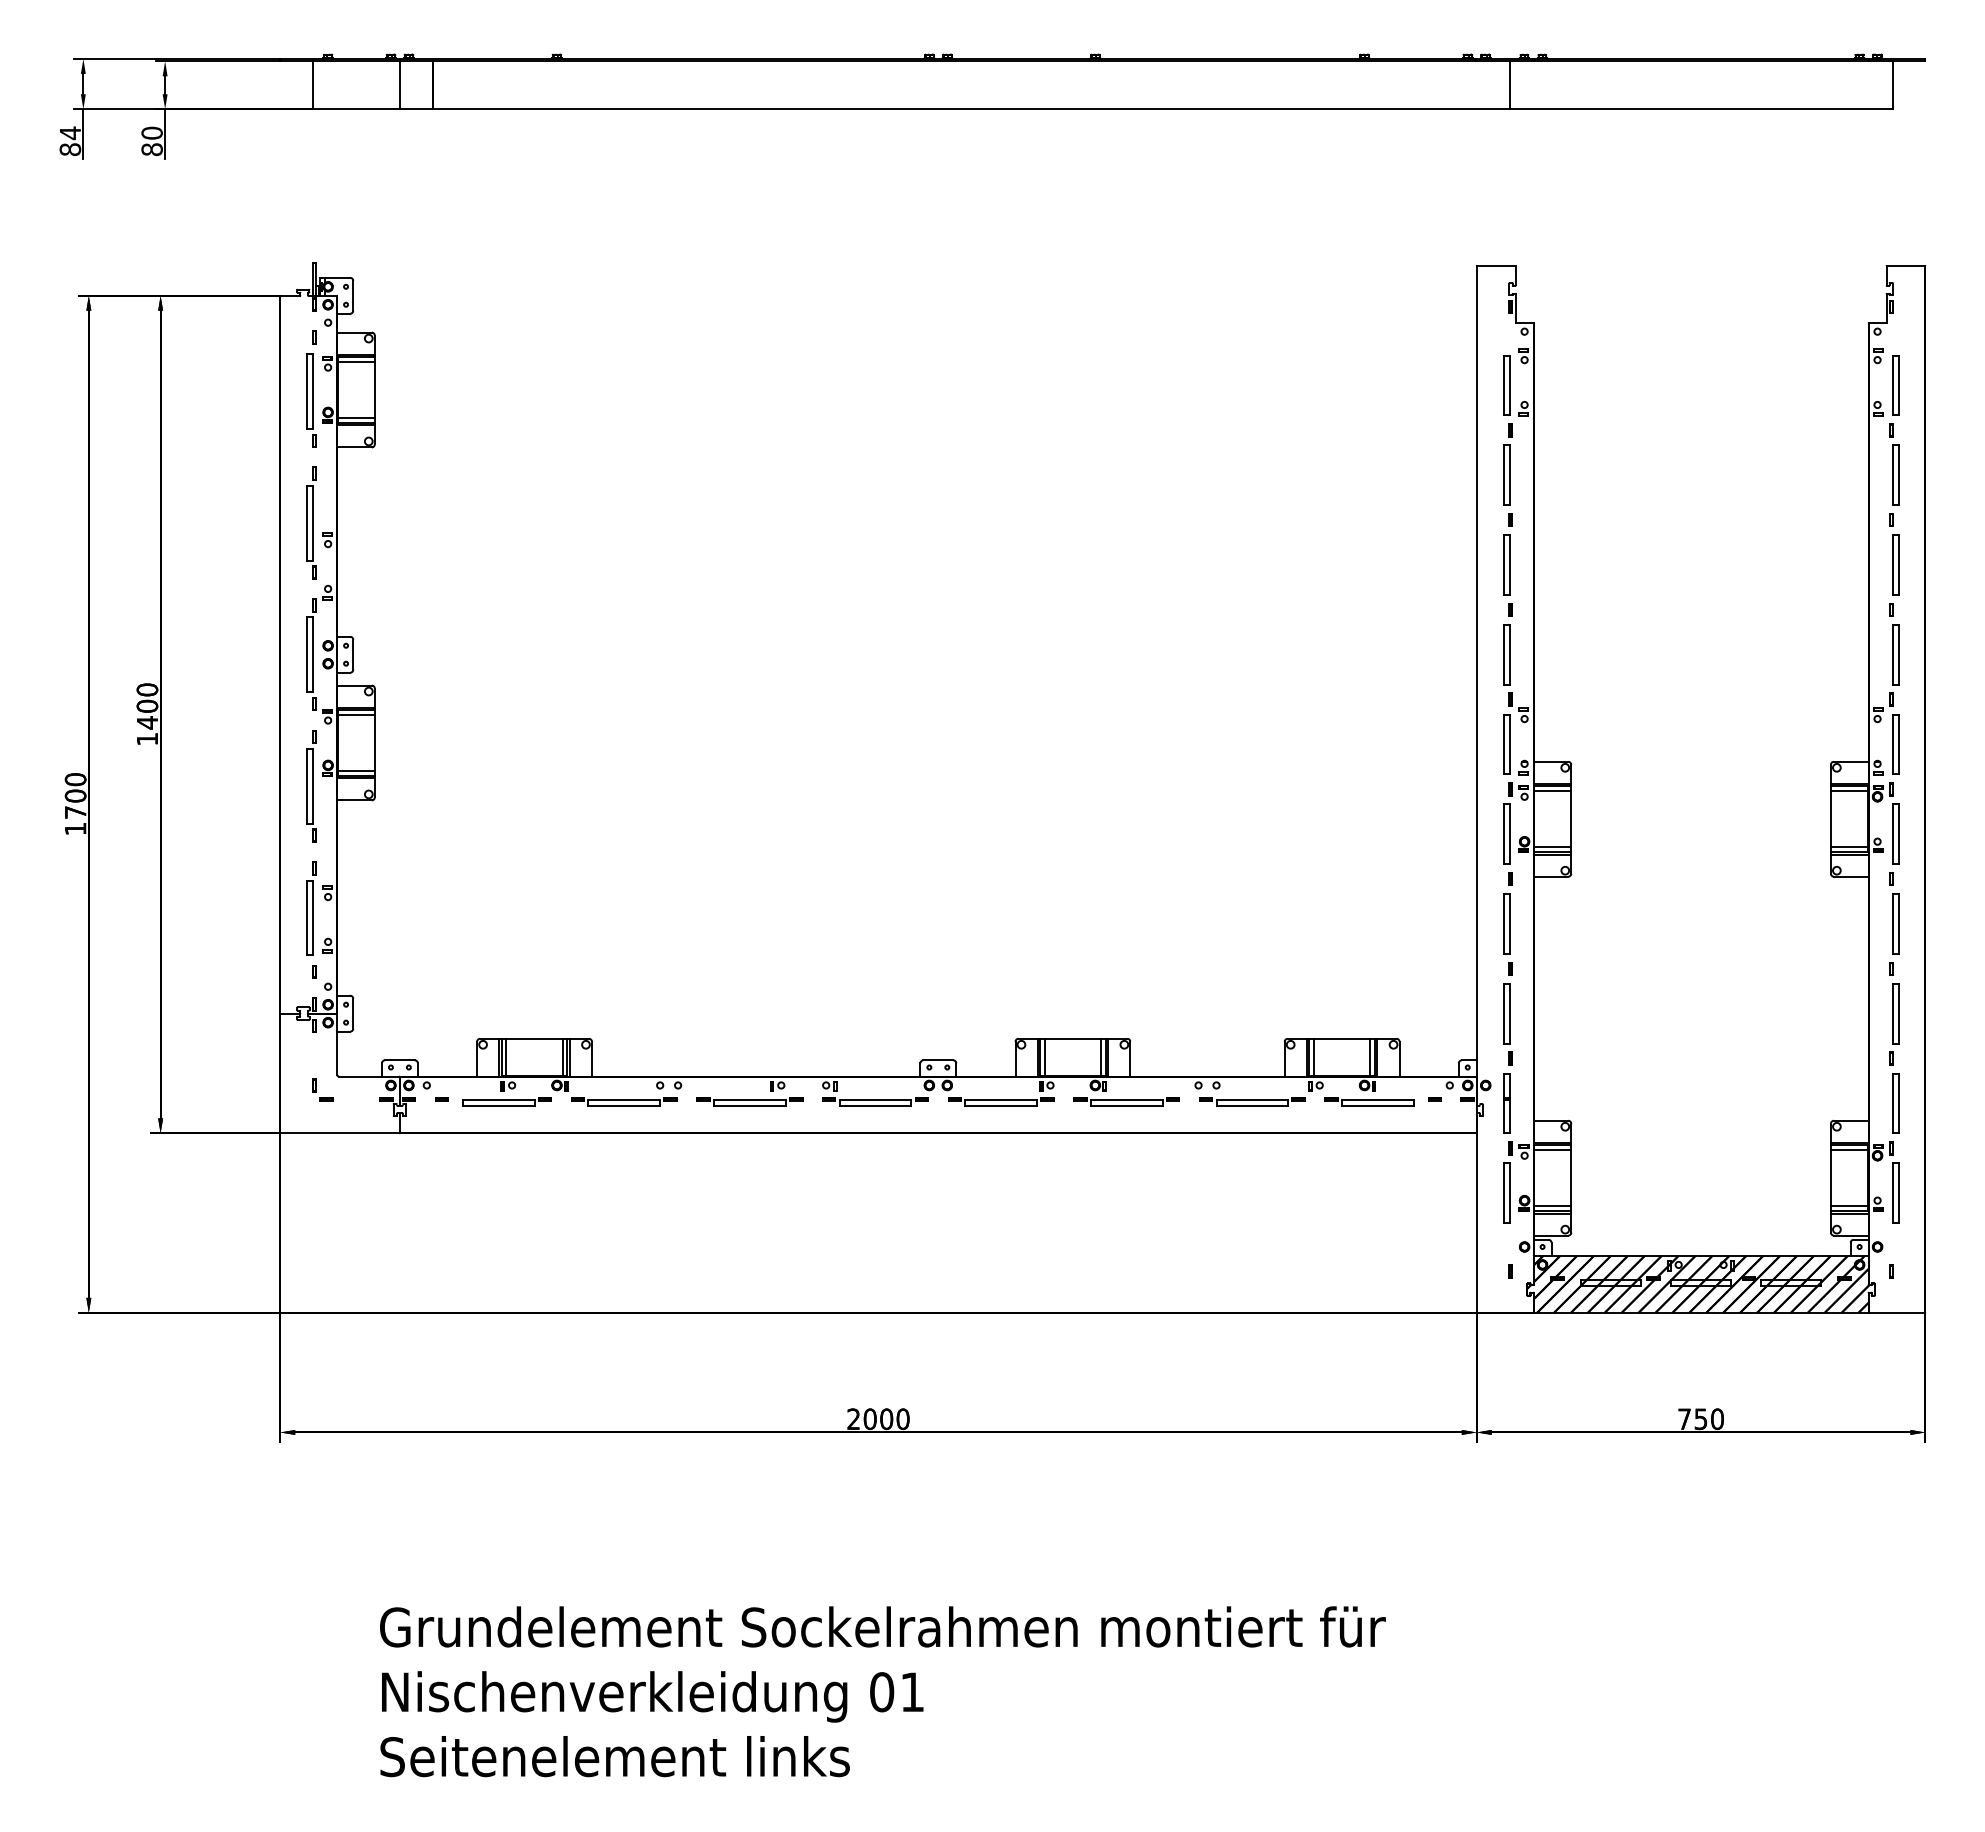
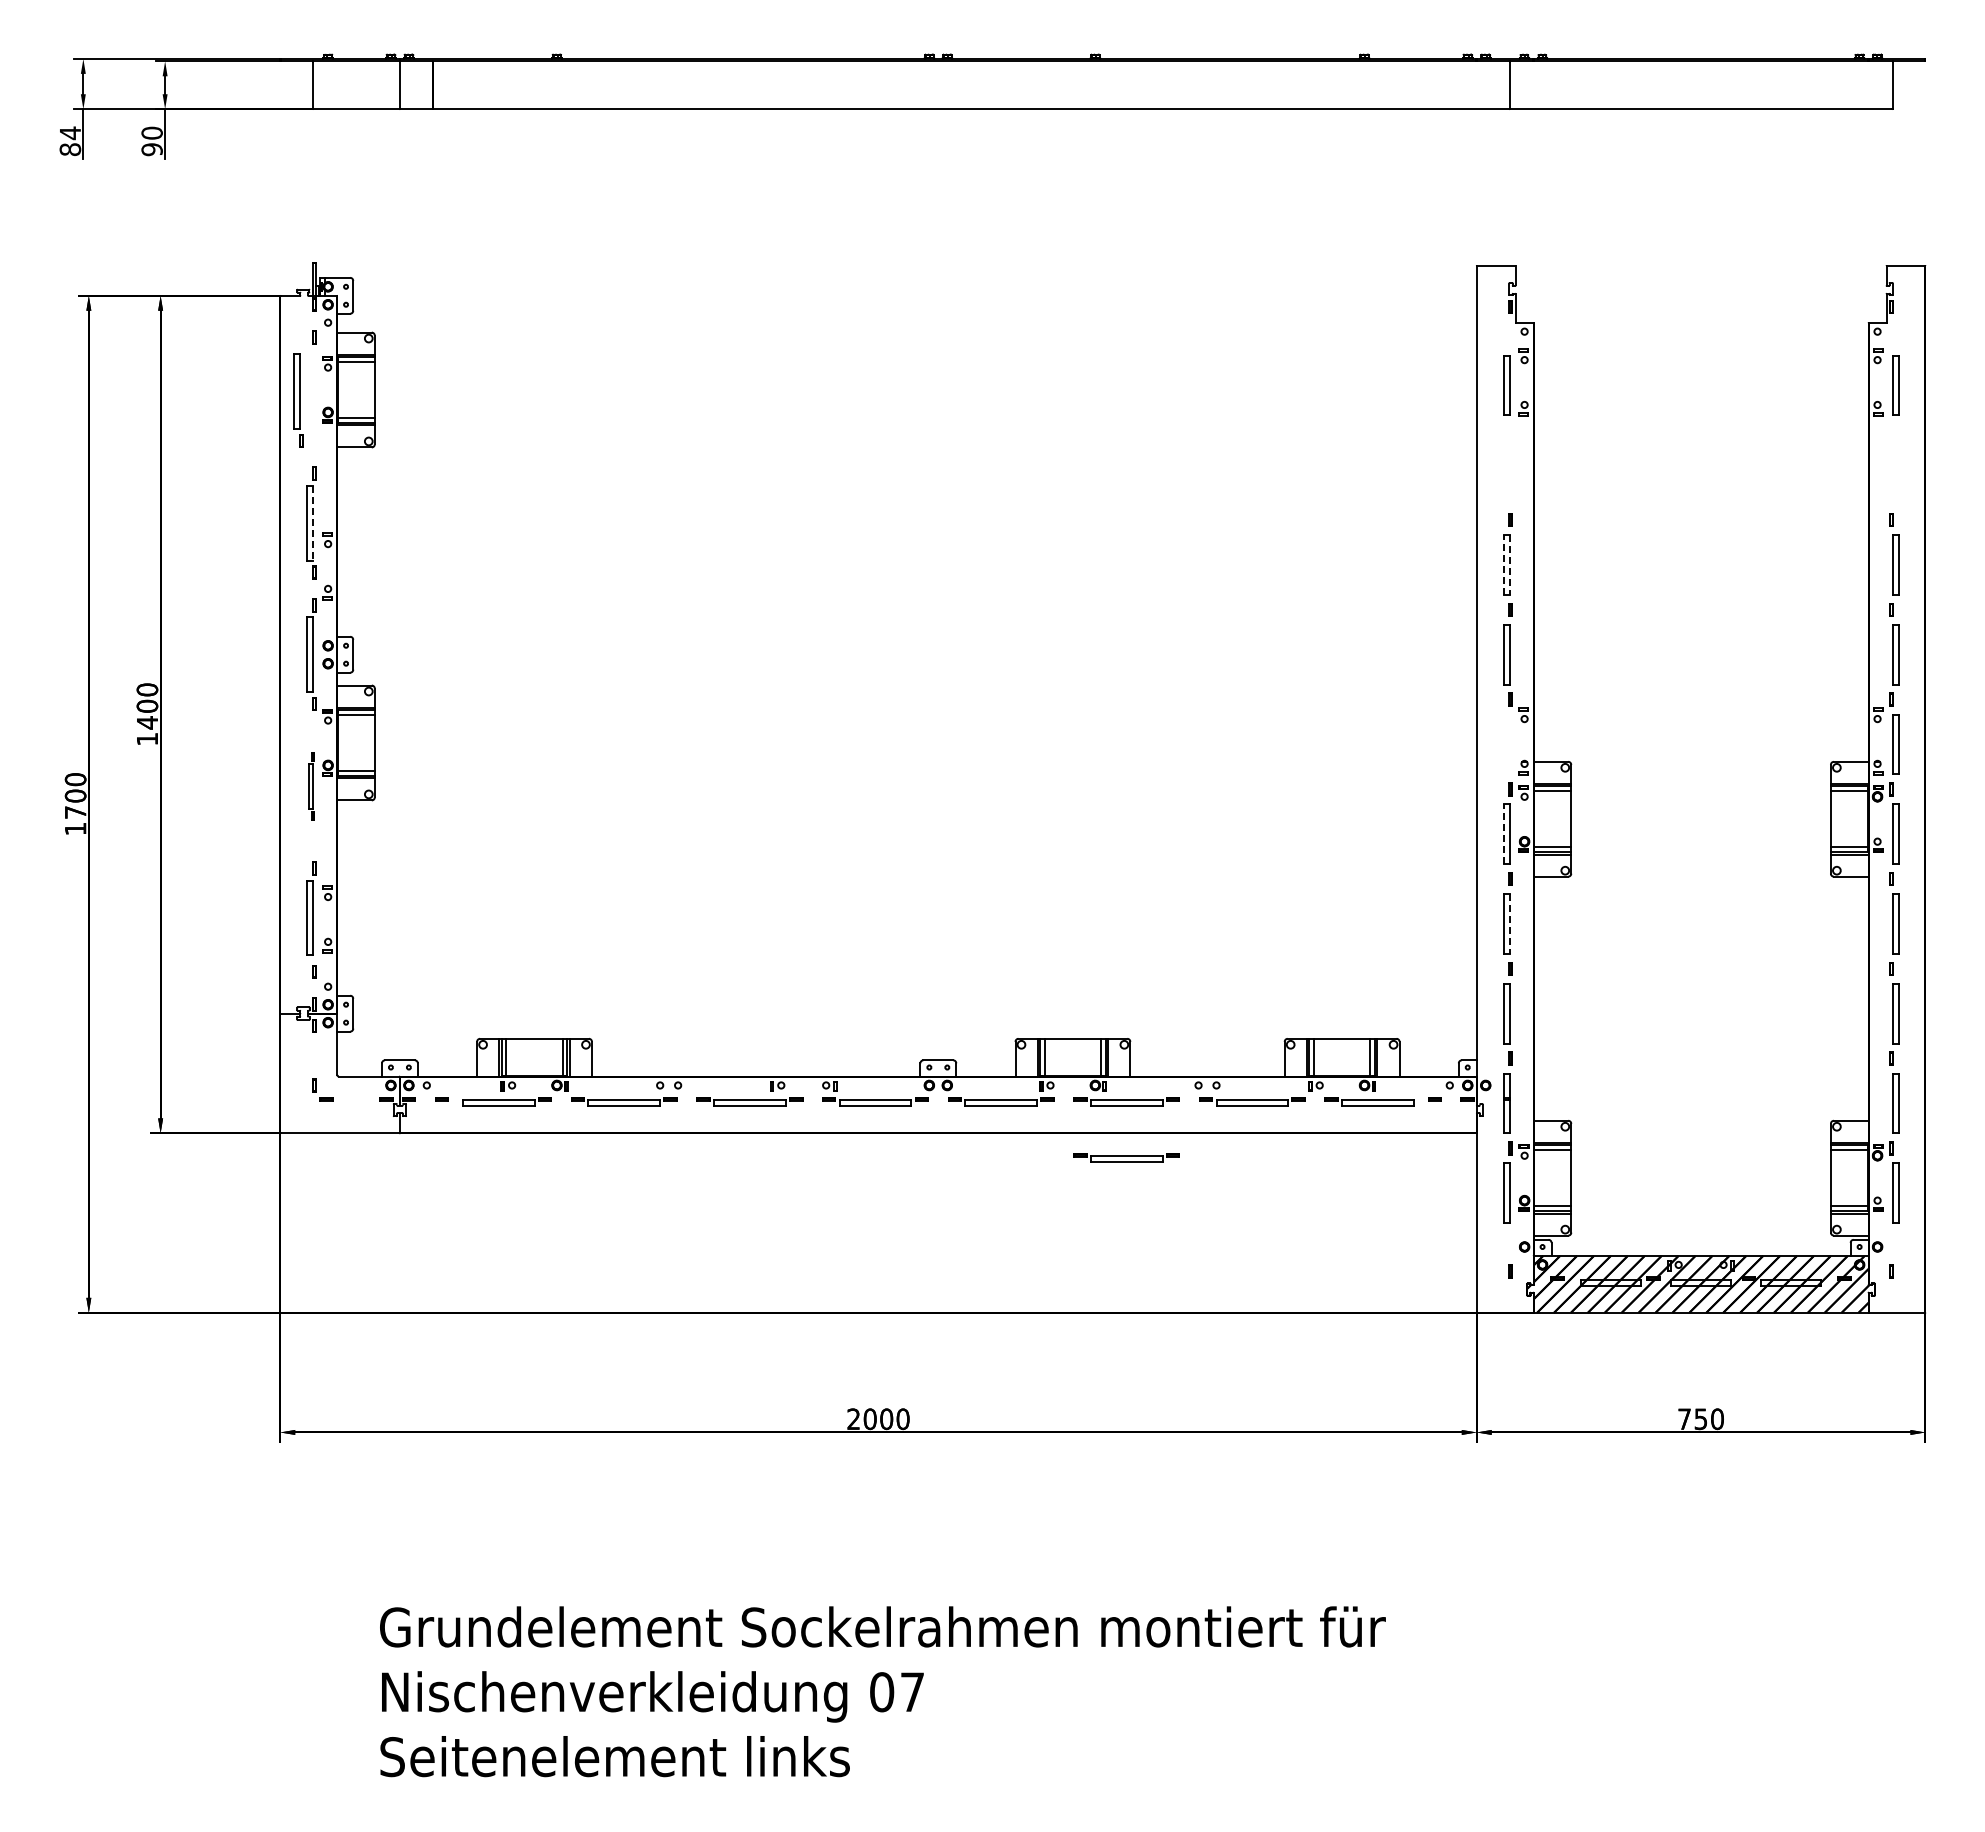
text at (151, 149): 80 -> 90
part at (311, 400) position: (311, 400) -> (298, 400)
part at (1507, 464): present -> none
part at (1894, 464): present -> none
line at (313, 523): solid -> dashed
line at (1503, 565): solid -> dashed
line at (1509, 565): solid -> dashed
part at (1506, 744): present -> none
part at (311, 786) size: 11x113 px -> 7x69 px
line at (1503, 834): solid -> dashed
line at (1509, 923): solid -> dashed
part at (1126, 1157): none -> present
text at (912, 1691): 01 -> 07
